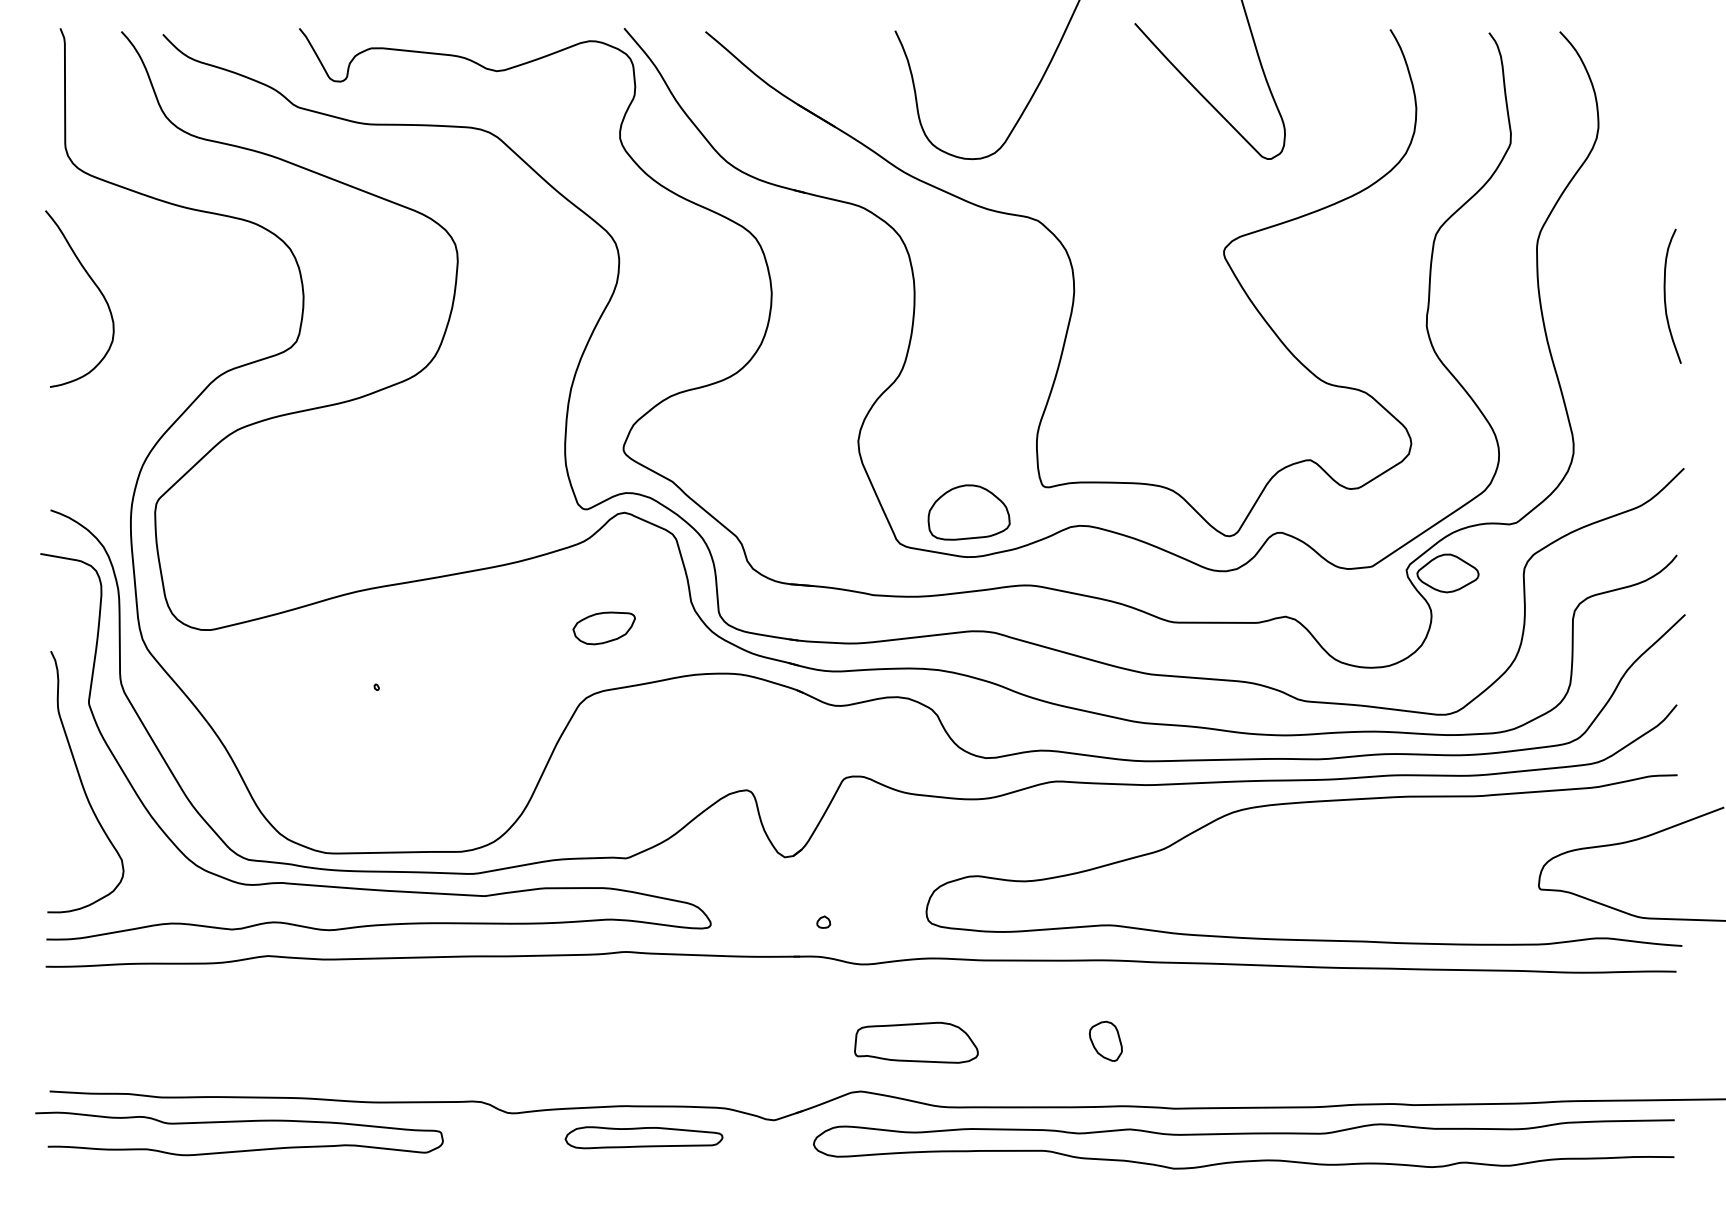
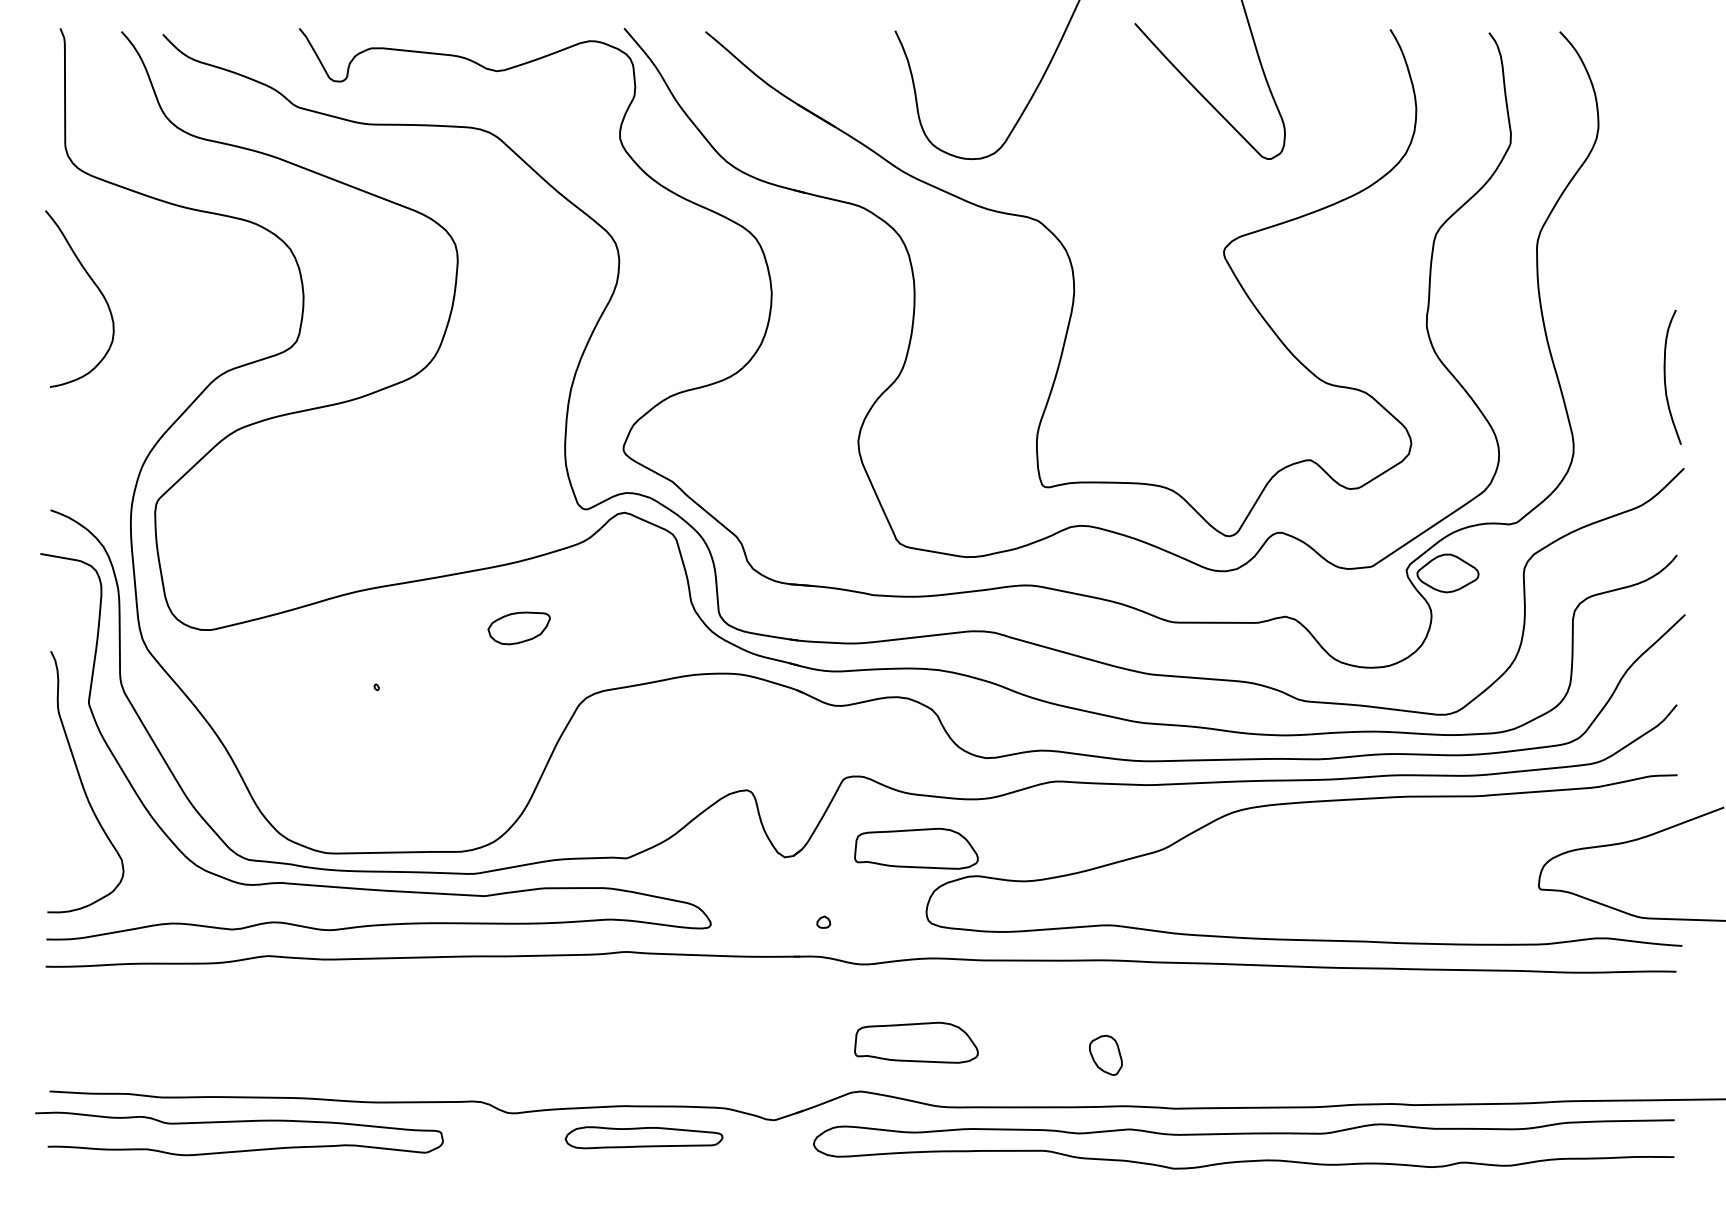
curve at (1665, 295) position: (1665, 295) -> (1665, 376)
part at (968, 512): present -> none
part at (603, 628) position: (603, 628) -> (518, 628)
part at (916, 848): none -> present
part at (1105, 1040) position: (1105, 1040) -> (1105, 1054)
